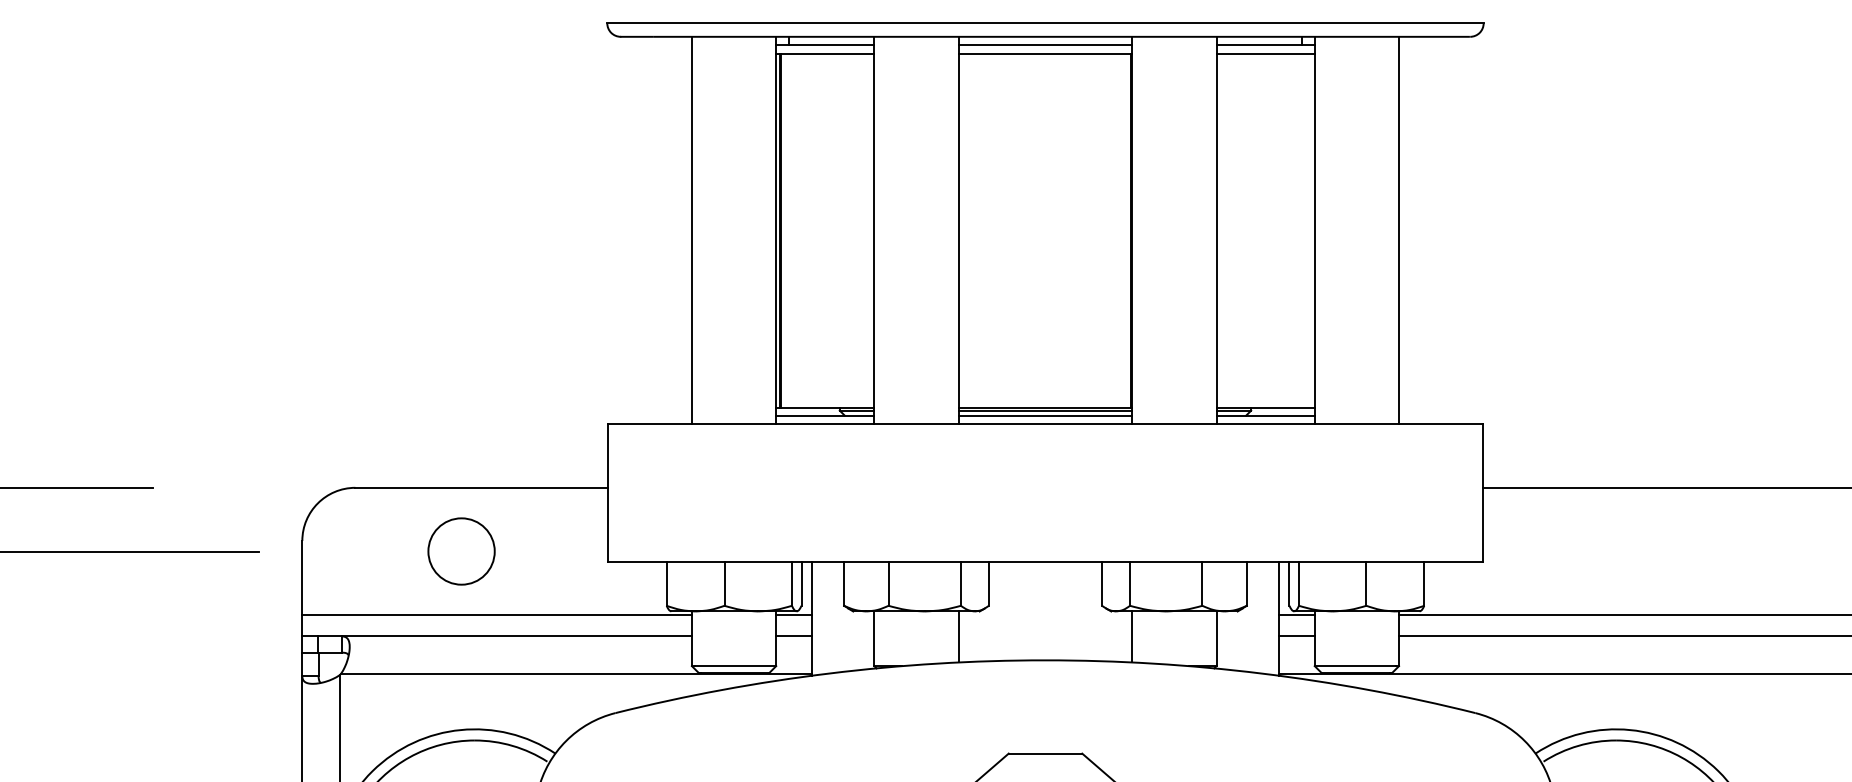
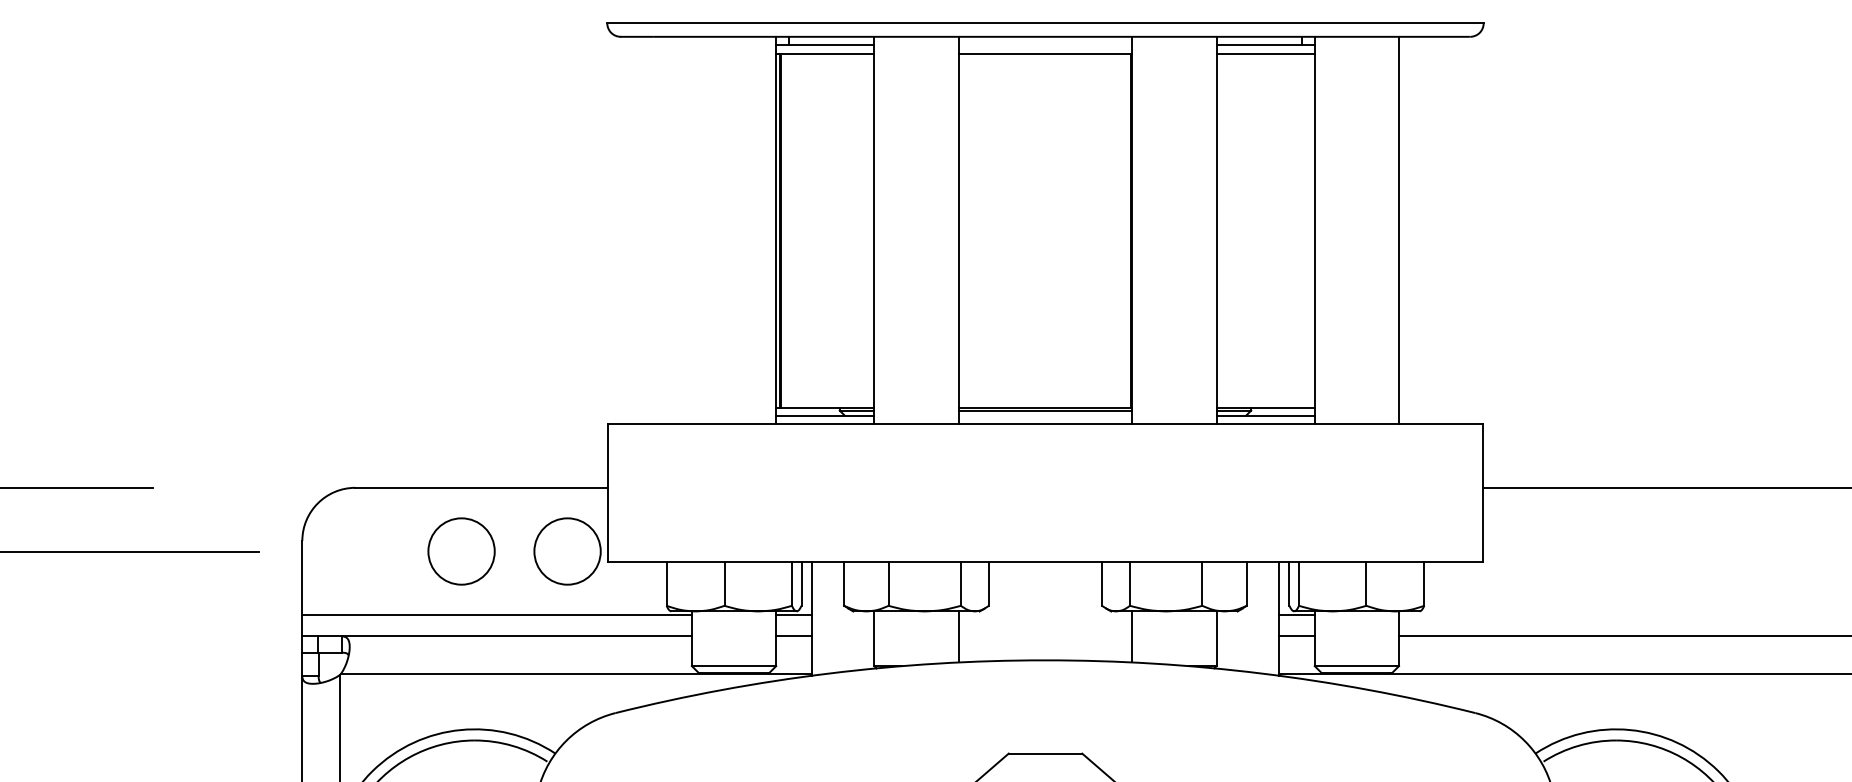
line at (1045, 45): present -> none
line at (691, 230): present -> none
line at (1045, 415): present -> none
circle at (567, 551): none -> present
line at (1623, 615): present -> none
